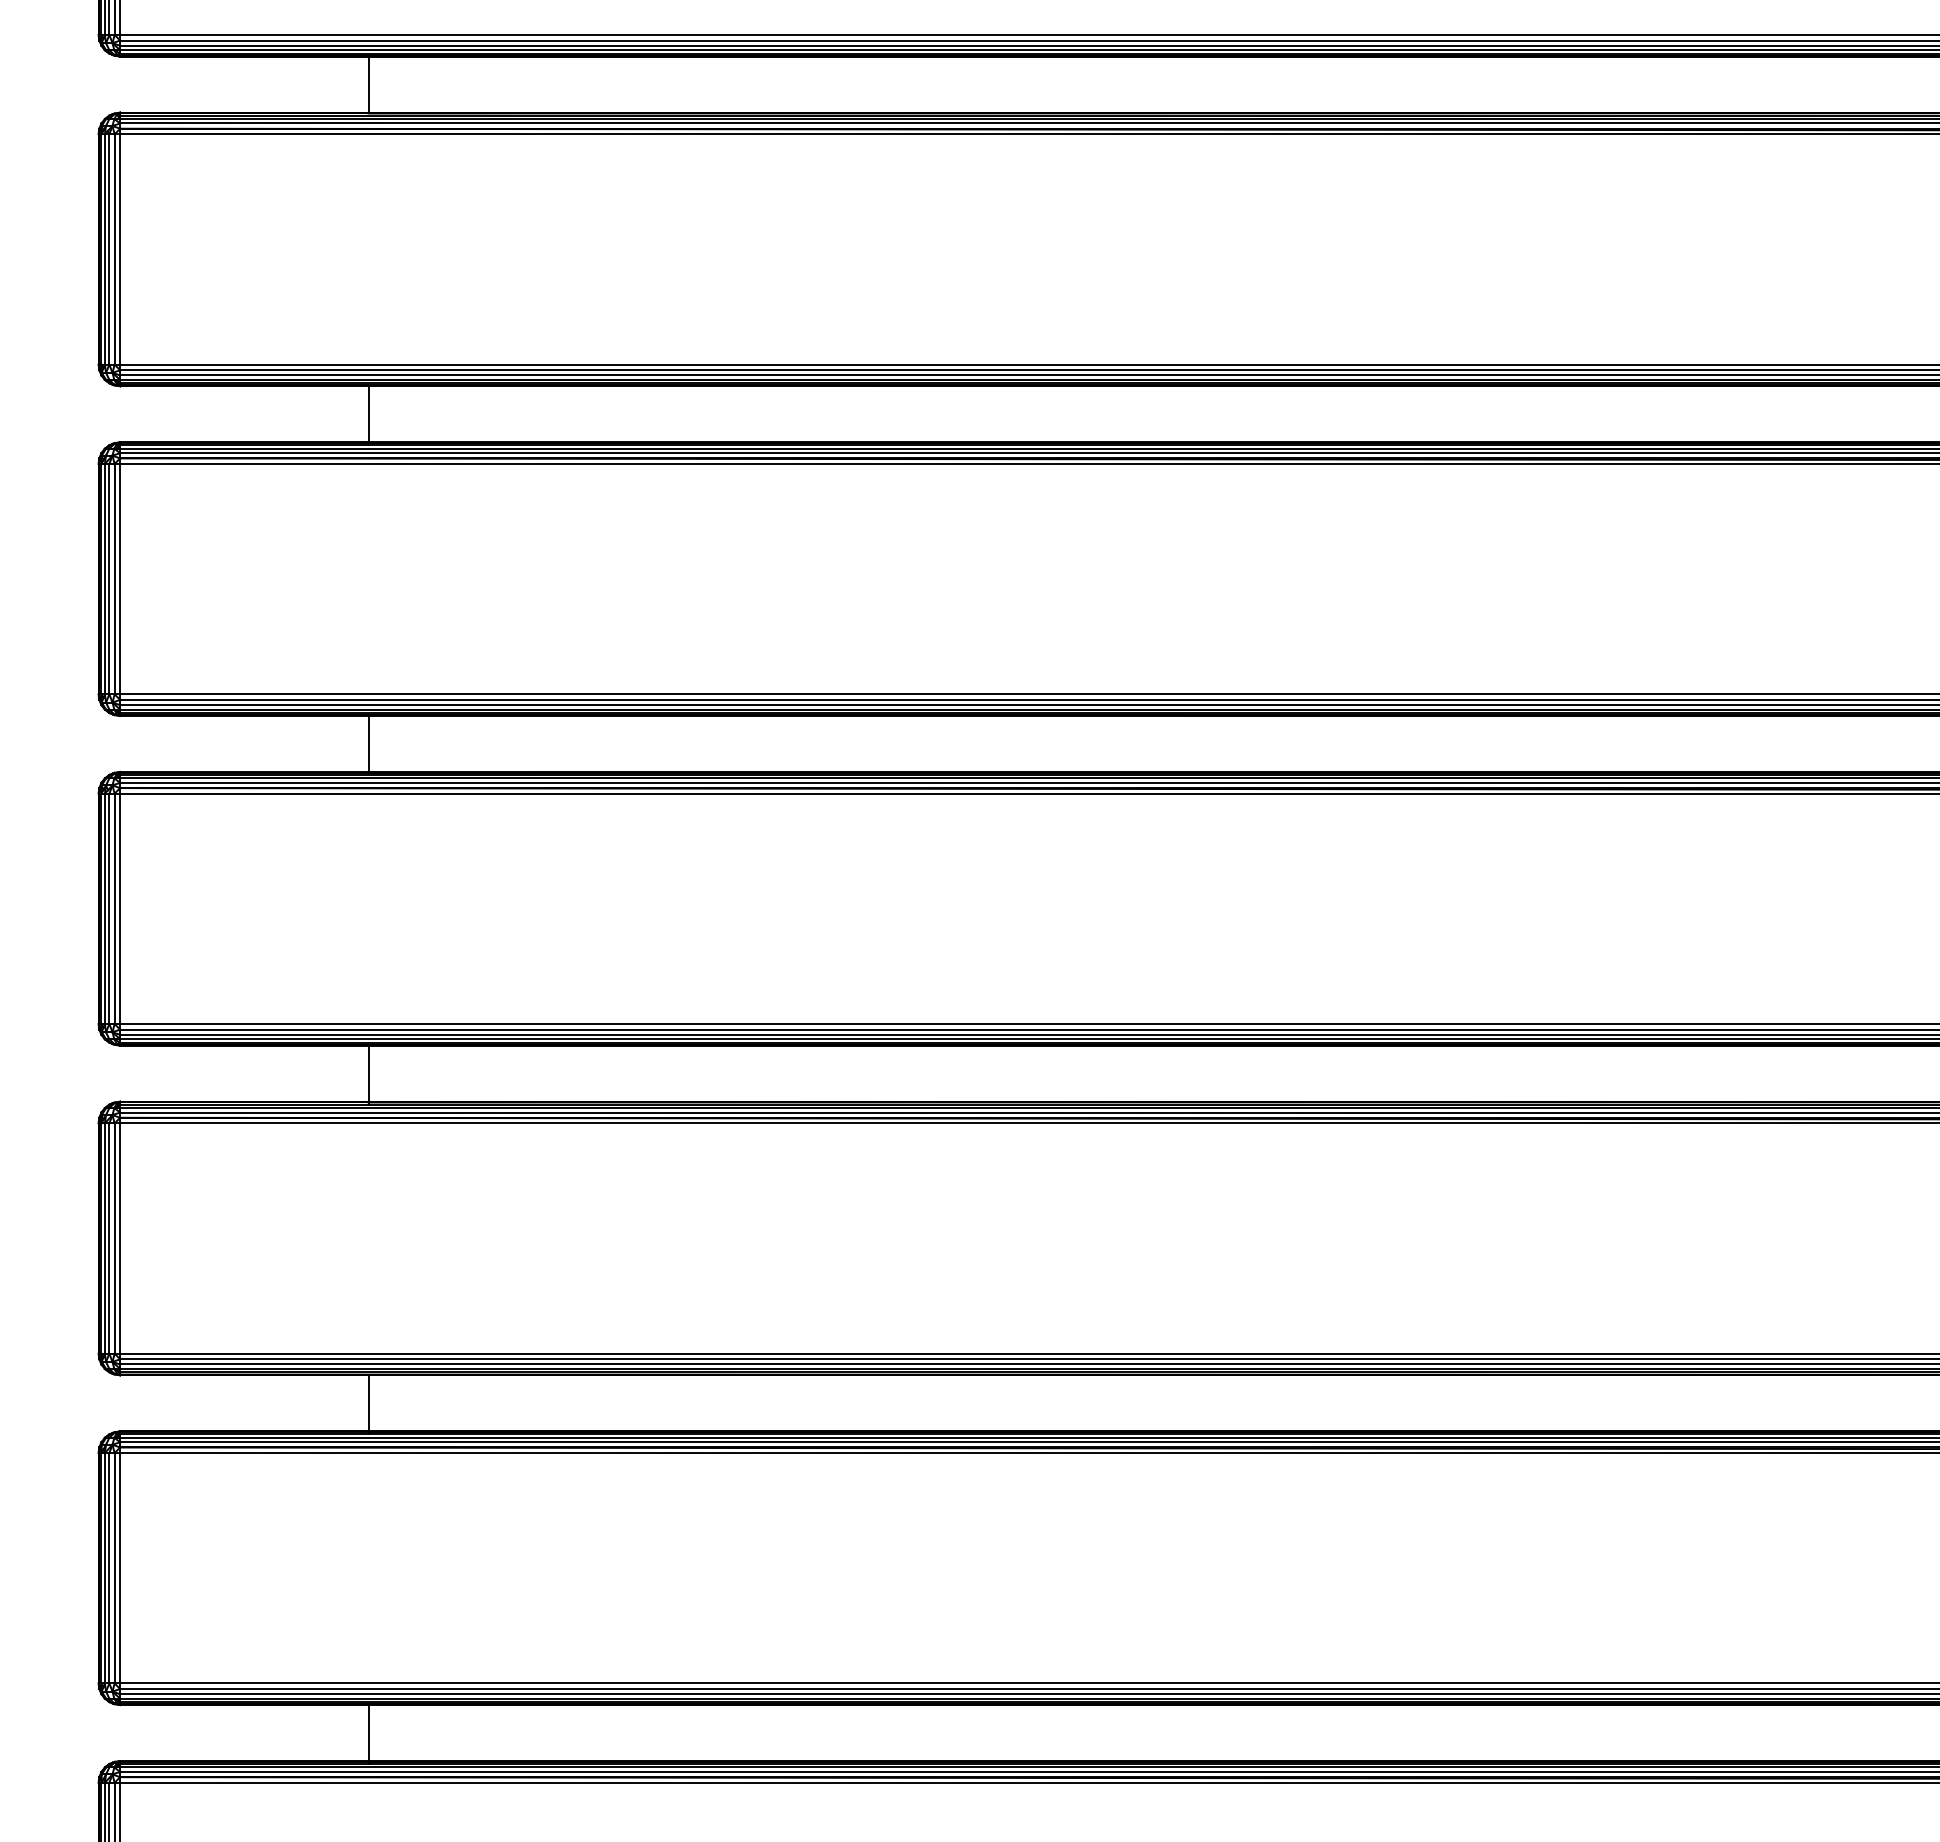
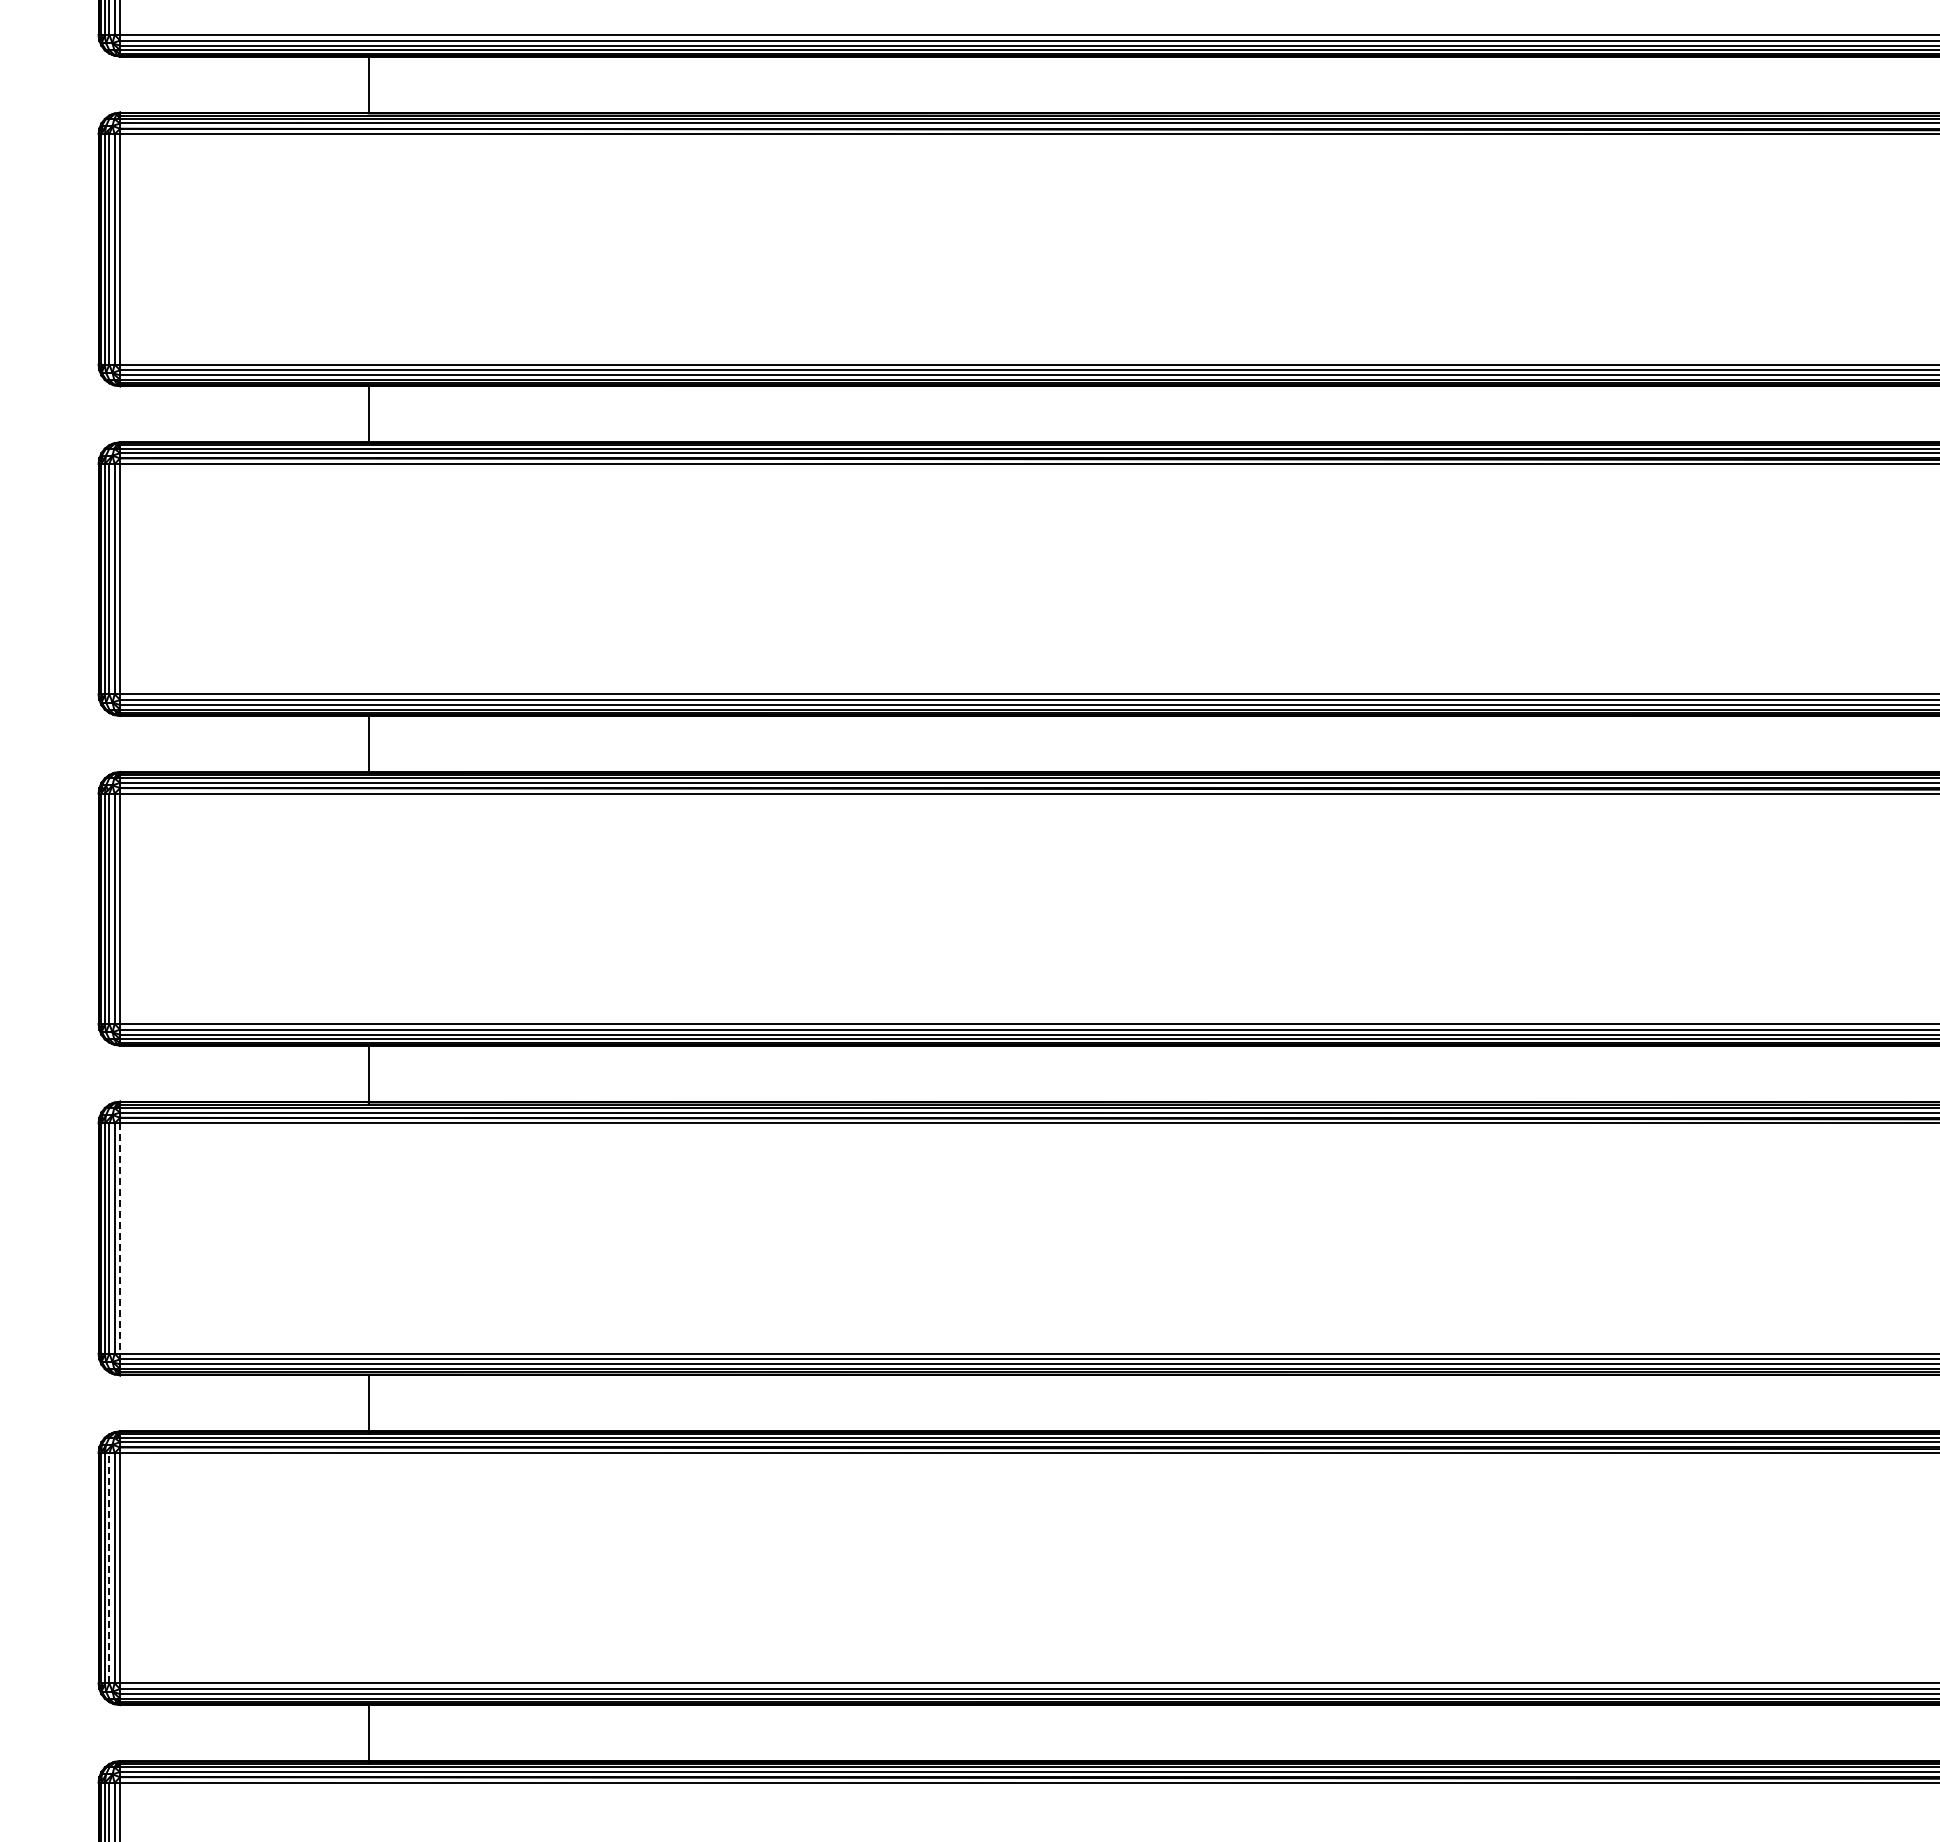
line at (120, 1239): solid -> dashed
line at (109, 1567): solid -> dashed
